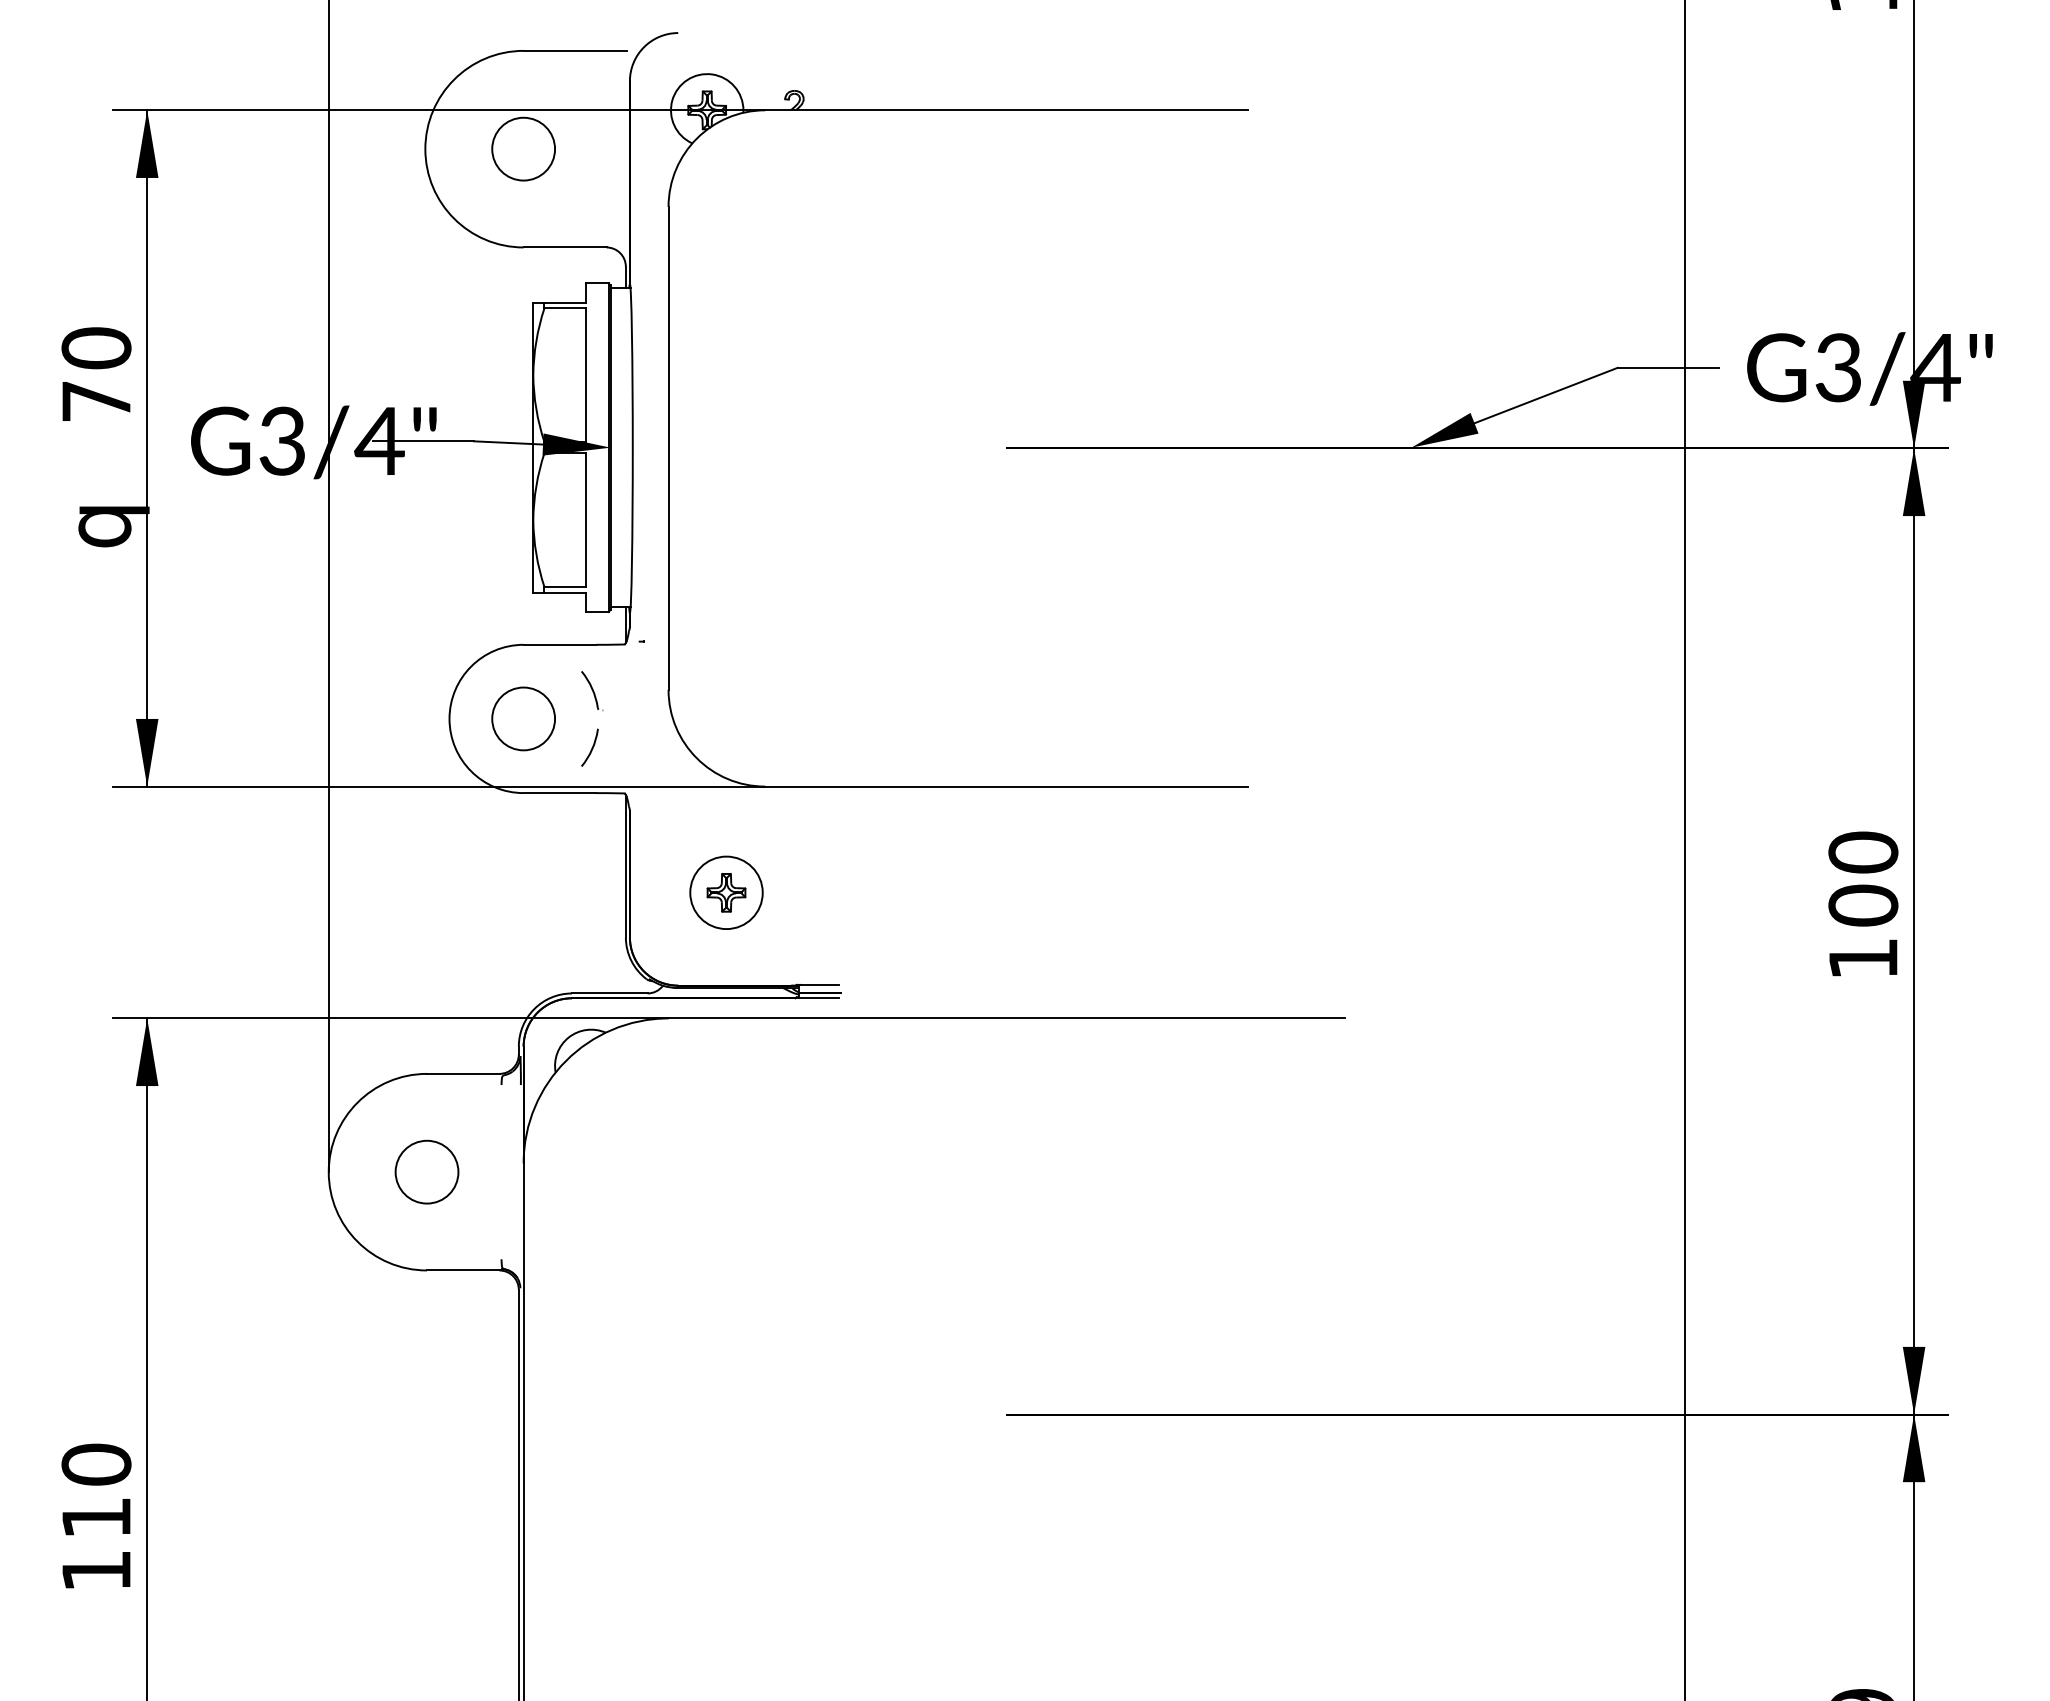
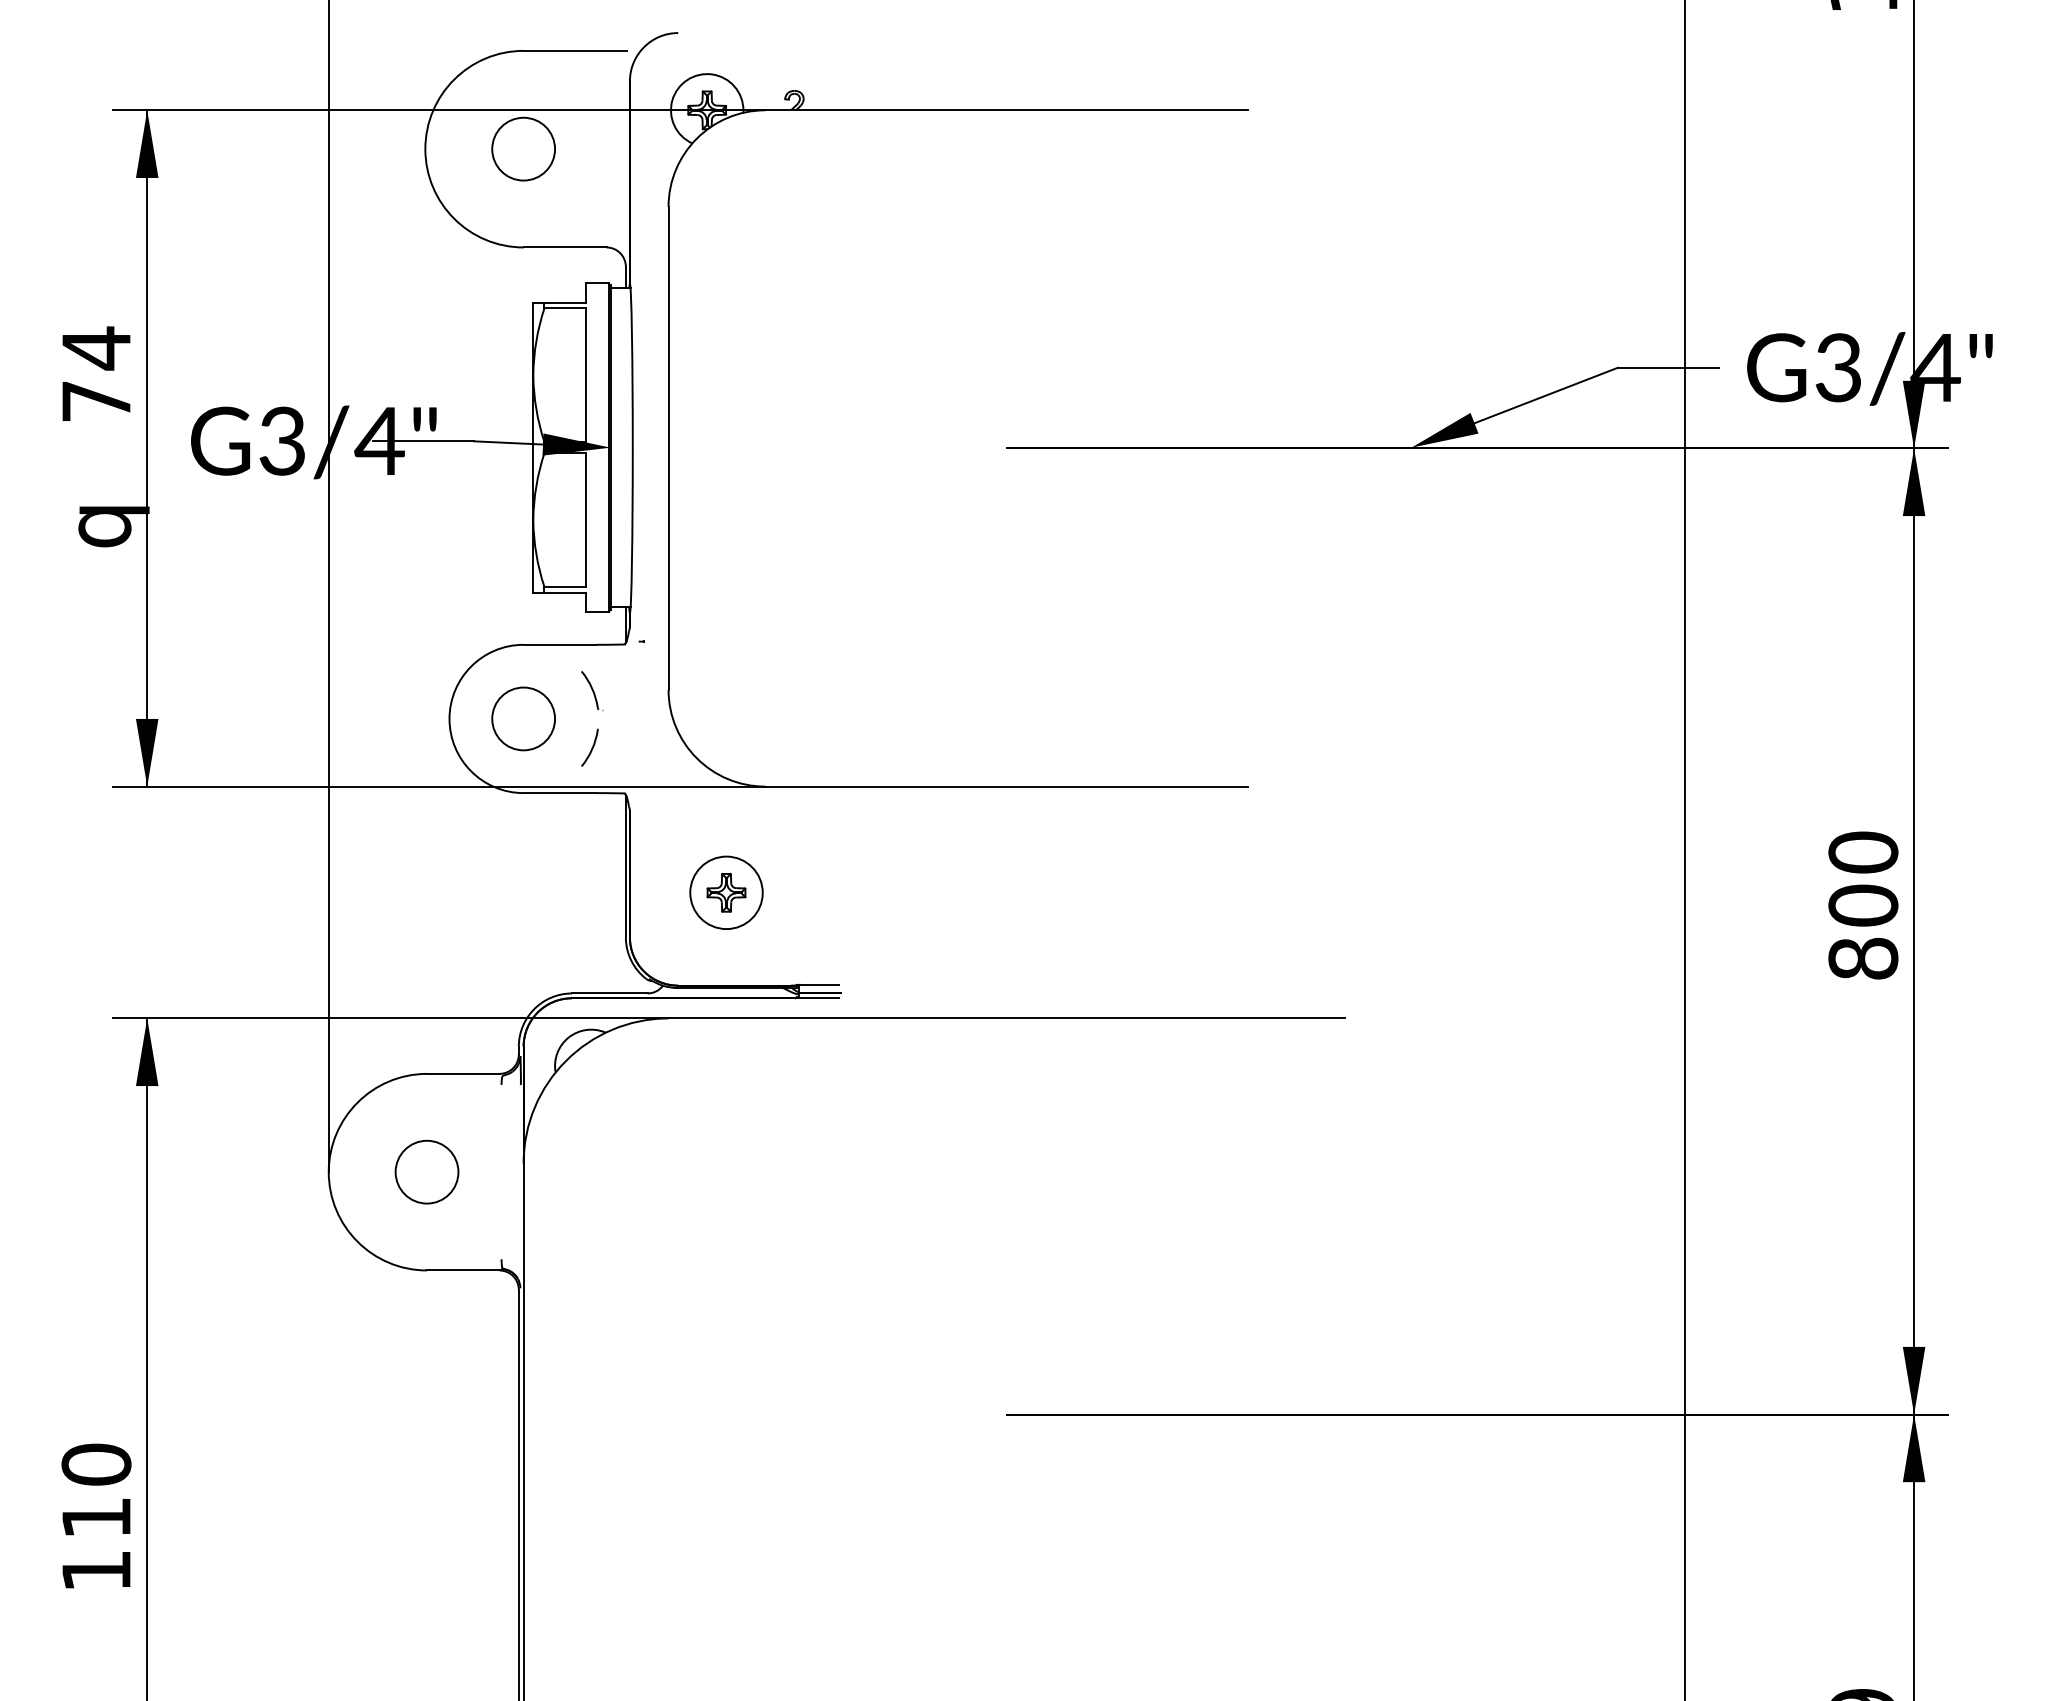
text at (96, 348): 70 -> 74
text at (1863, 958): 100 -> 800
